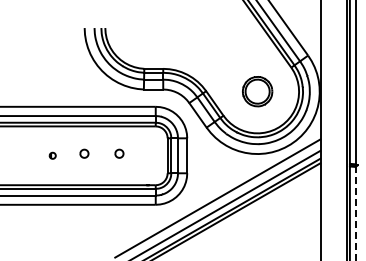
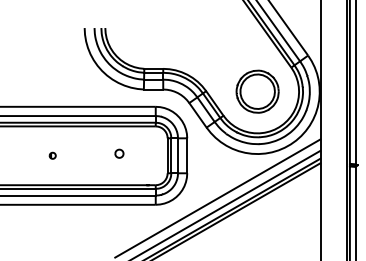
part at (257, 91) size: 32x32 px -> 45x45 px
part at (84, 153): present -> none
line at (356, 213): dashed -> solid
